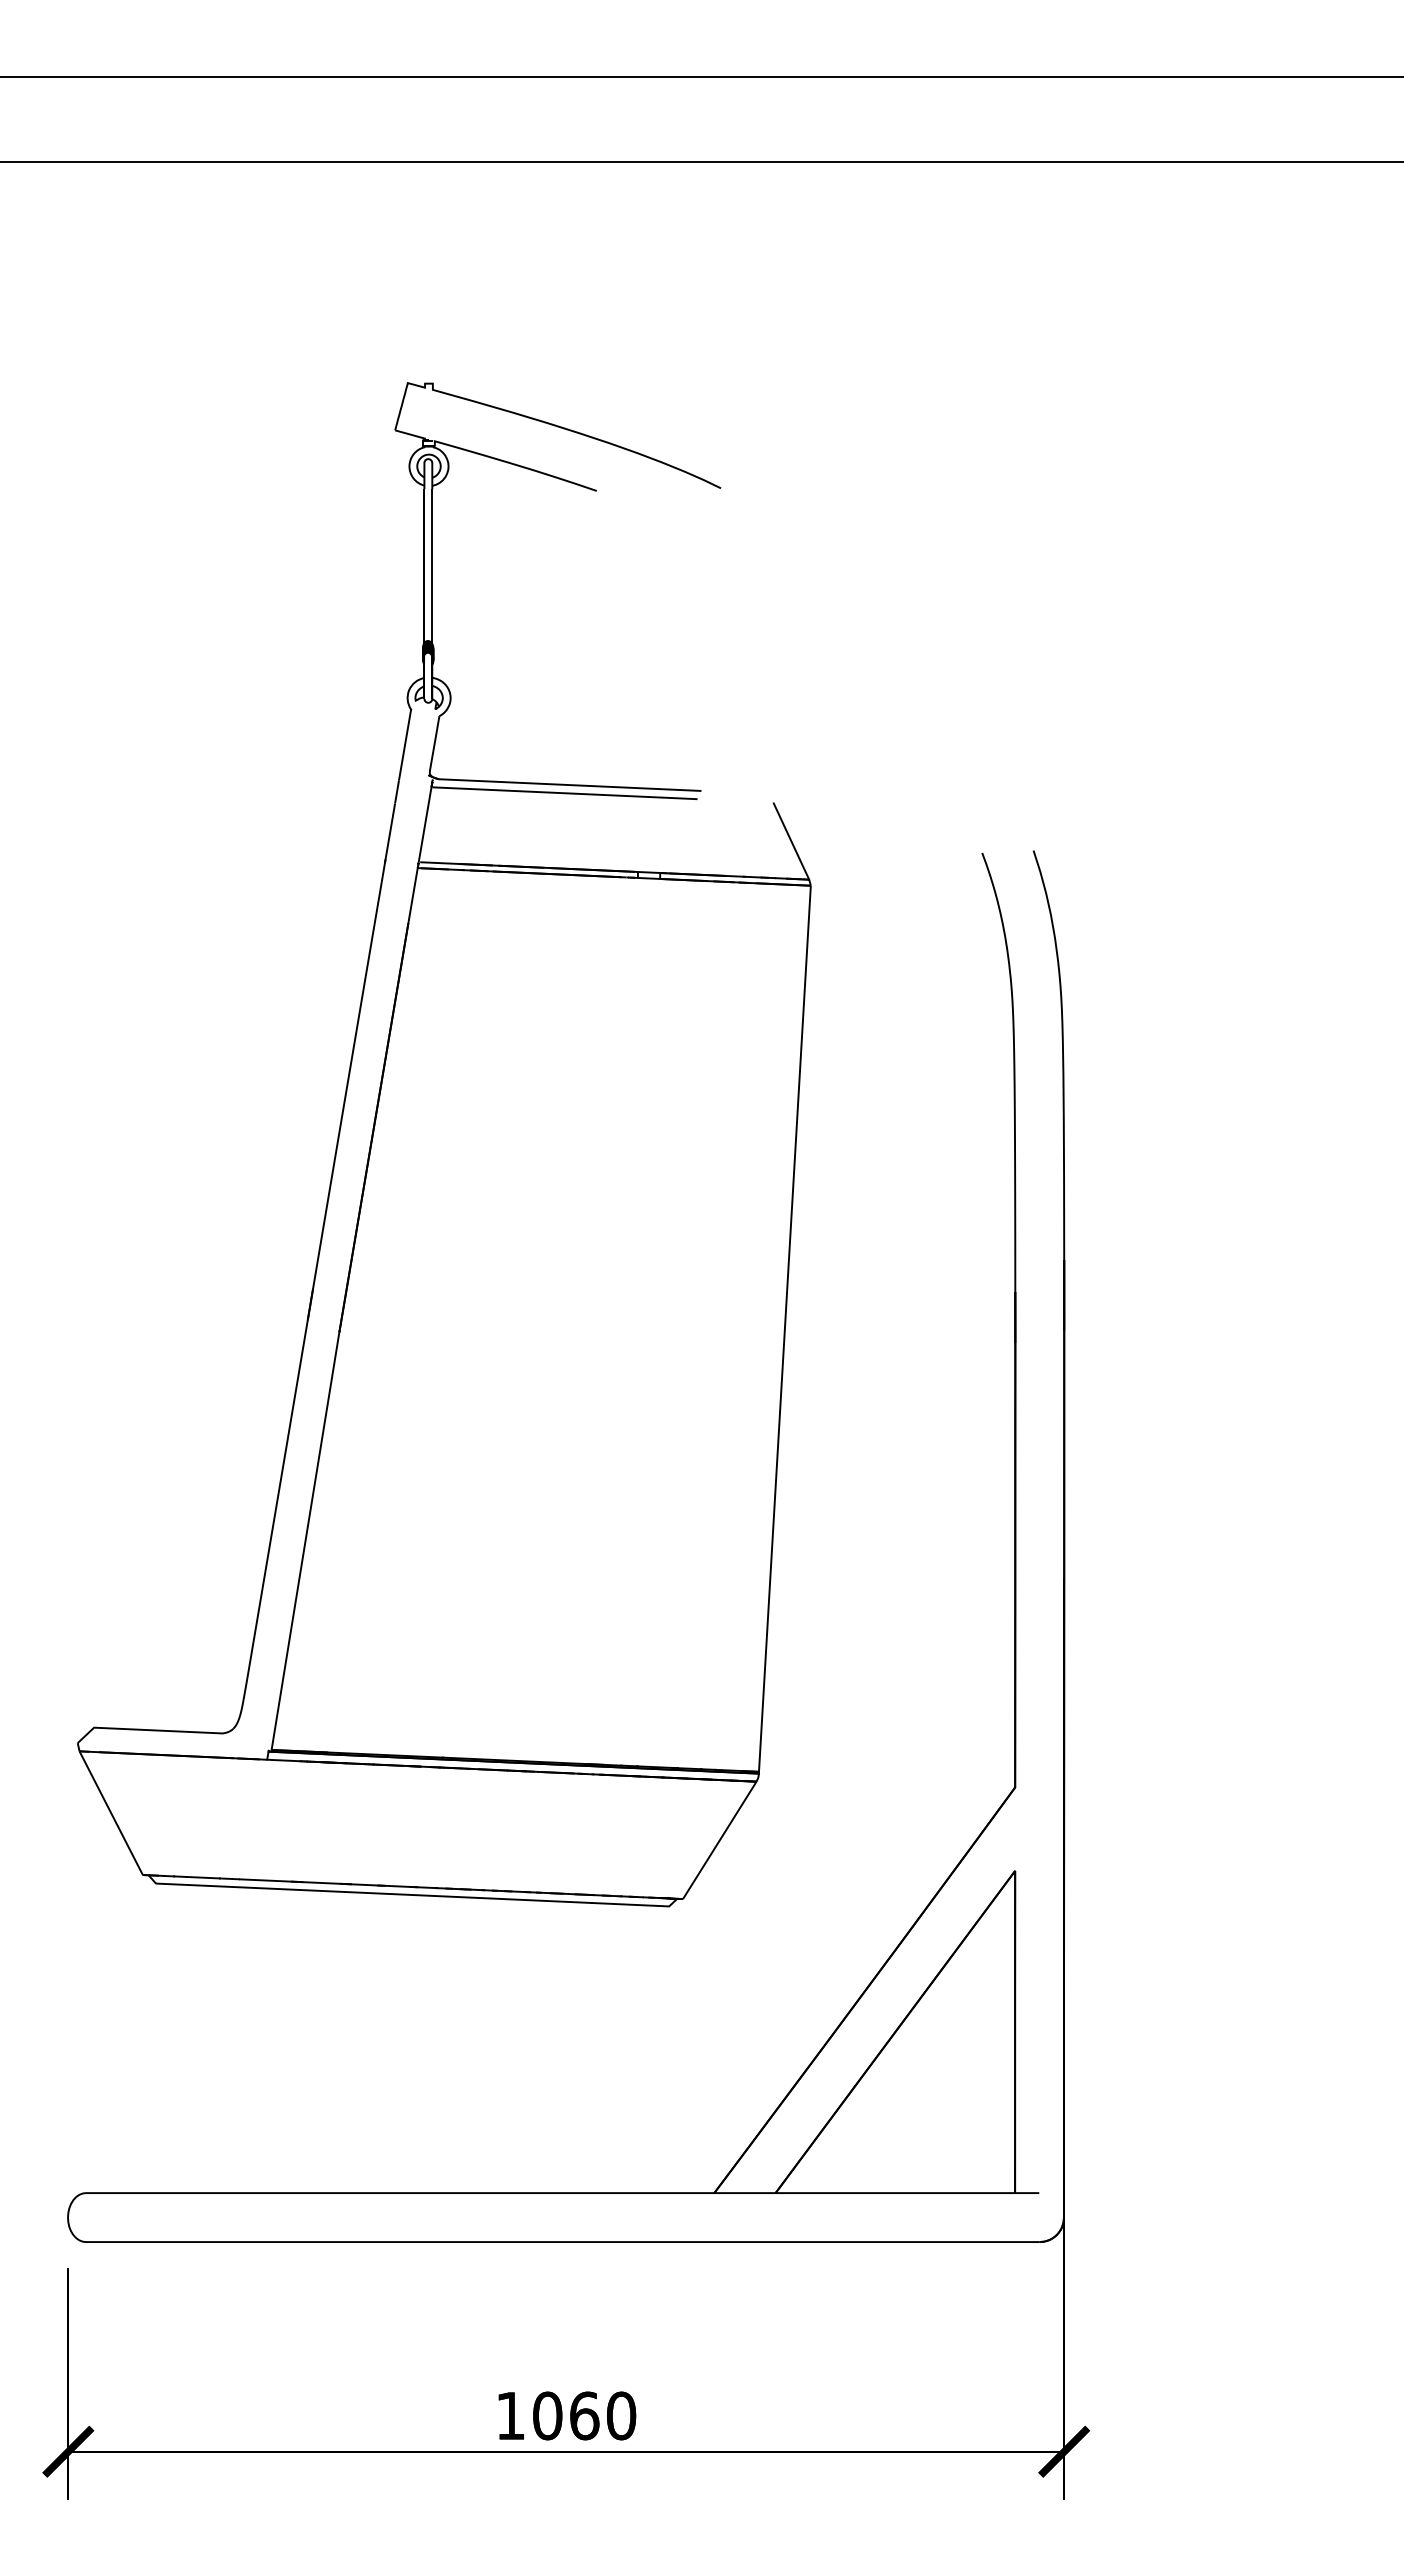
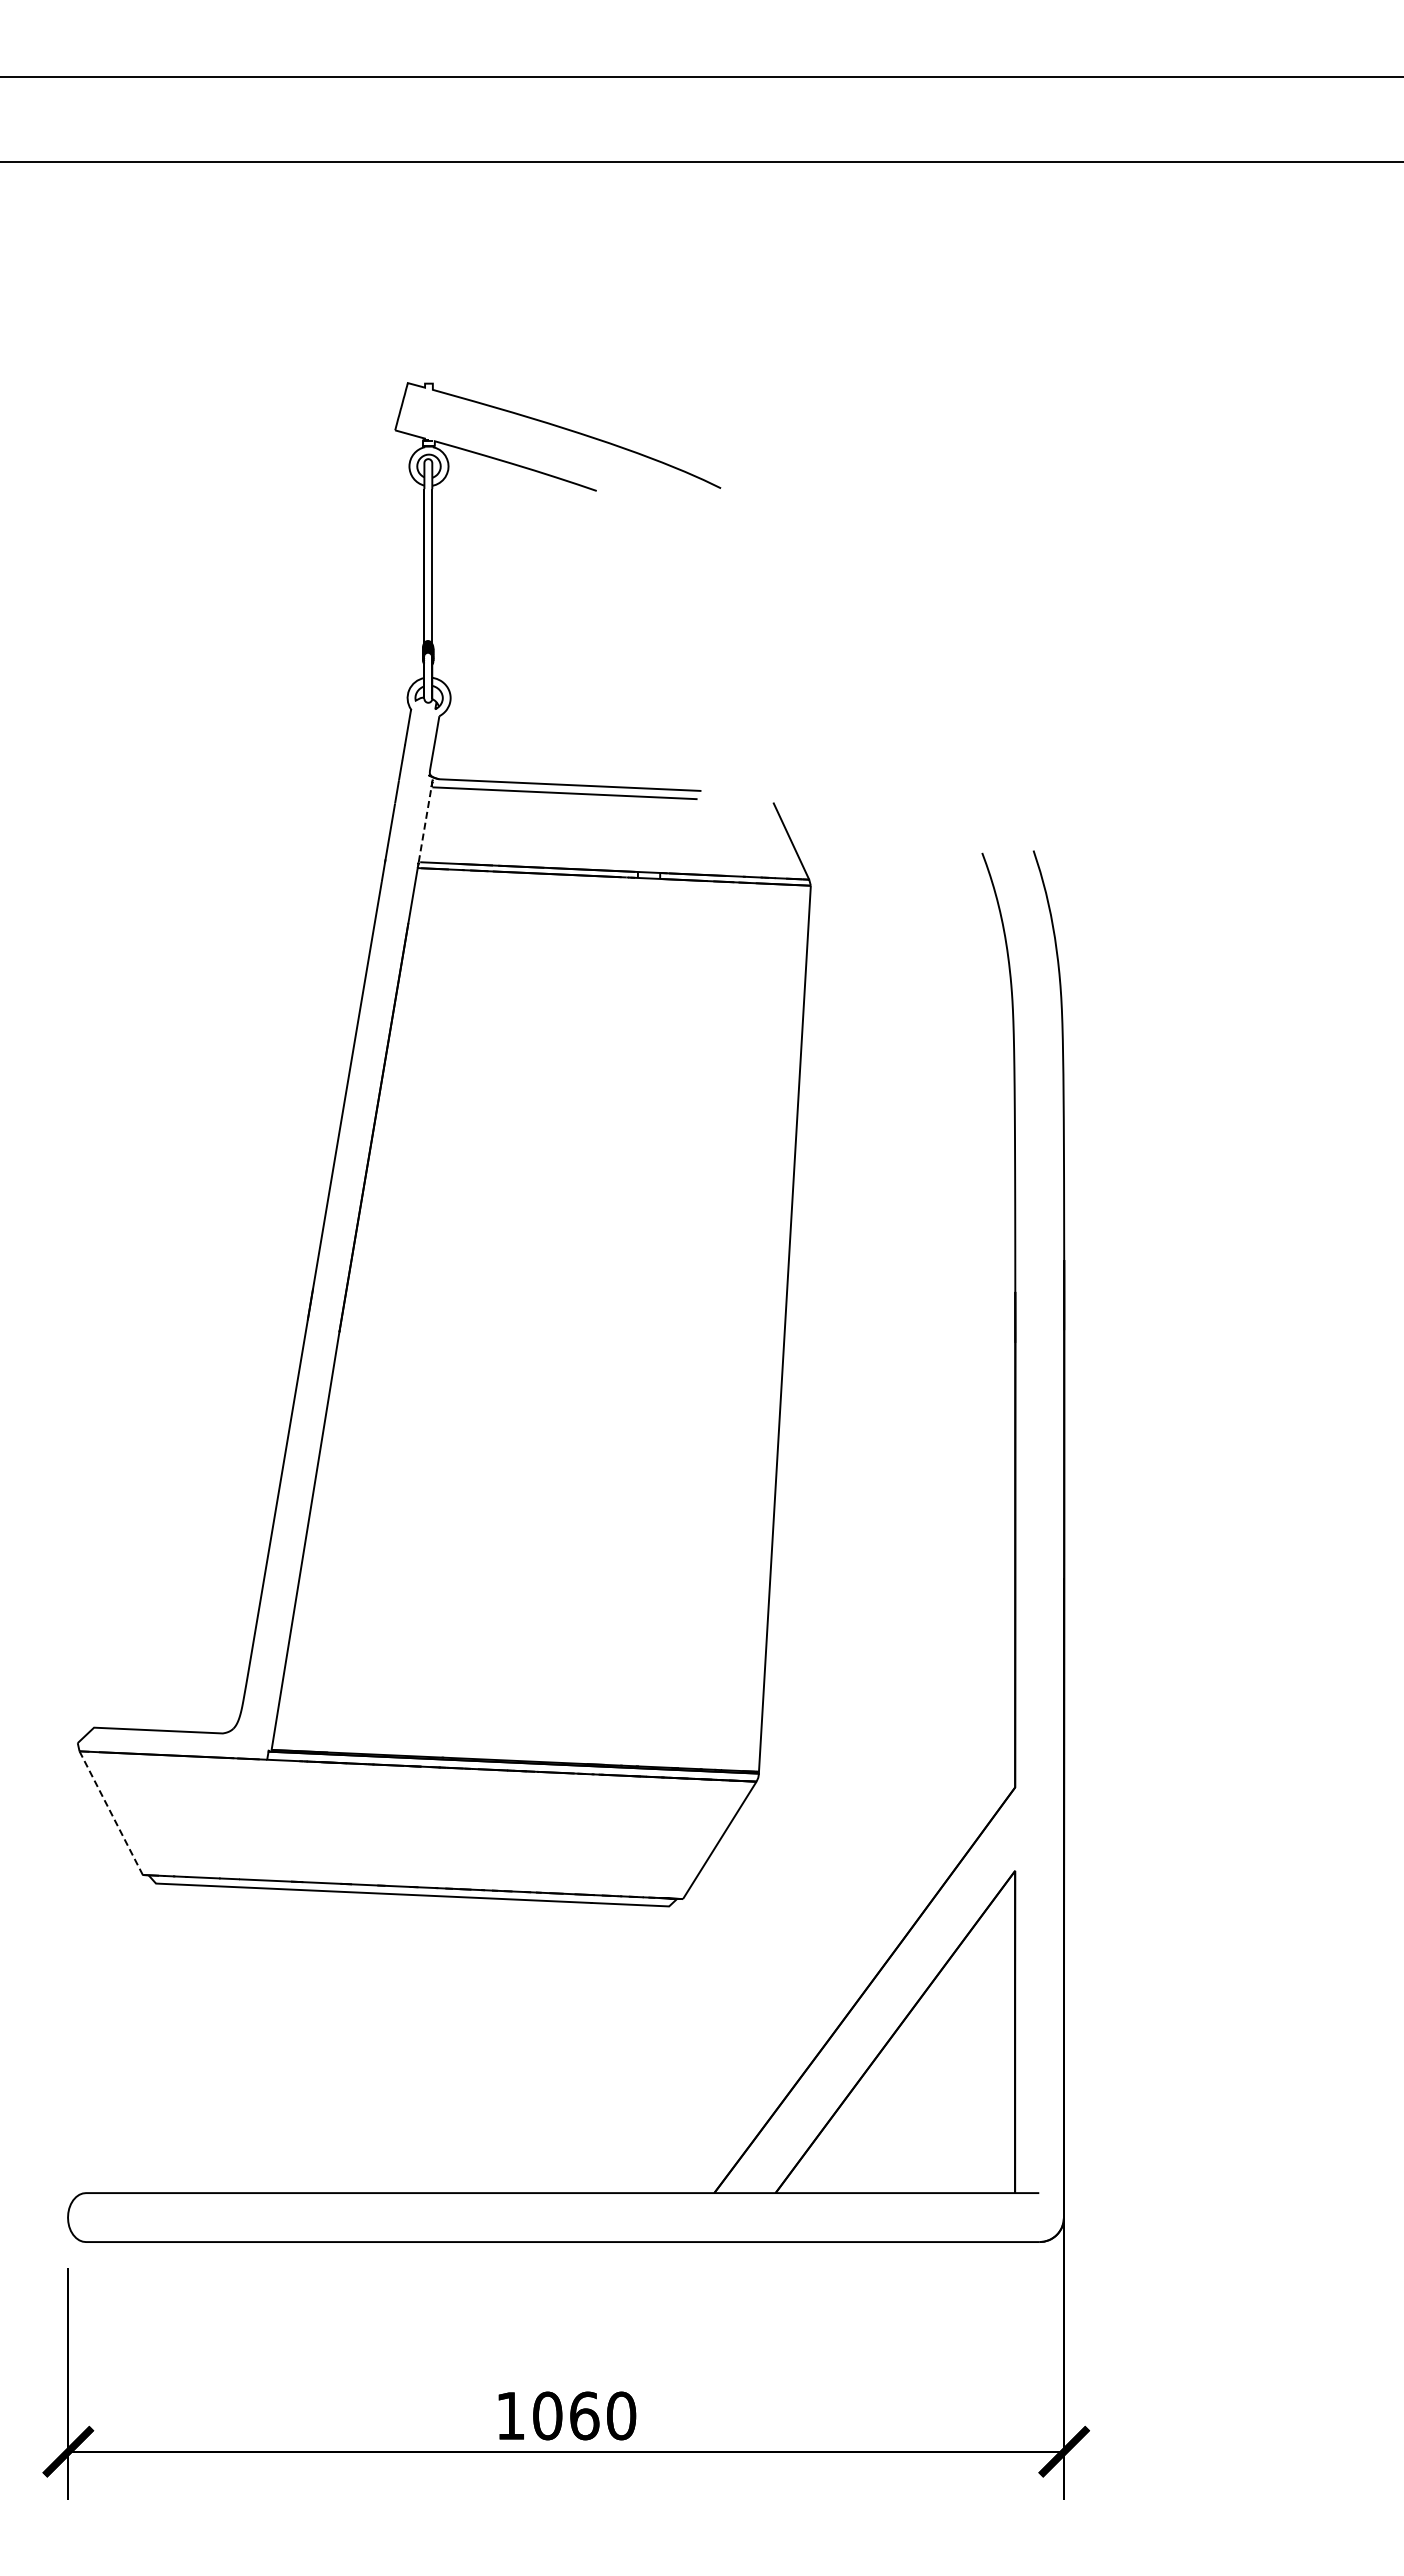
line at (425, 823): solid -> dashed
line at (110, 1811): solid -> dashed
